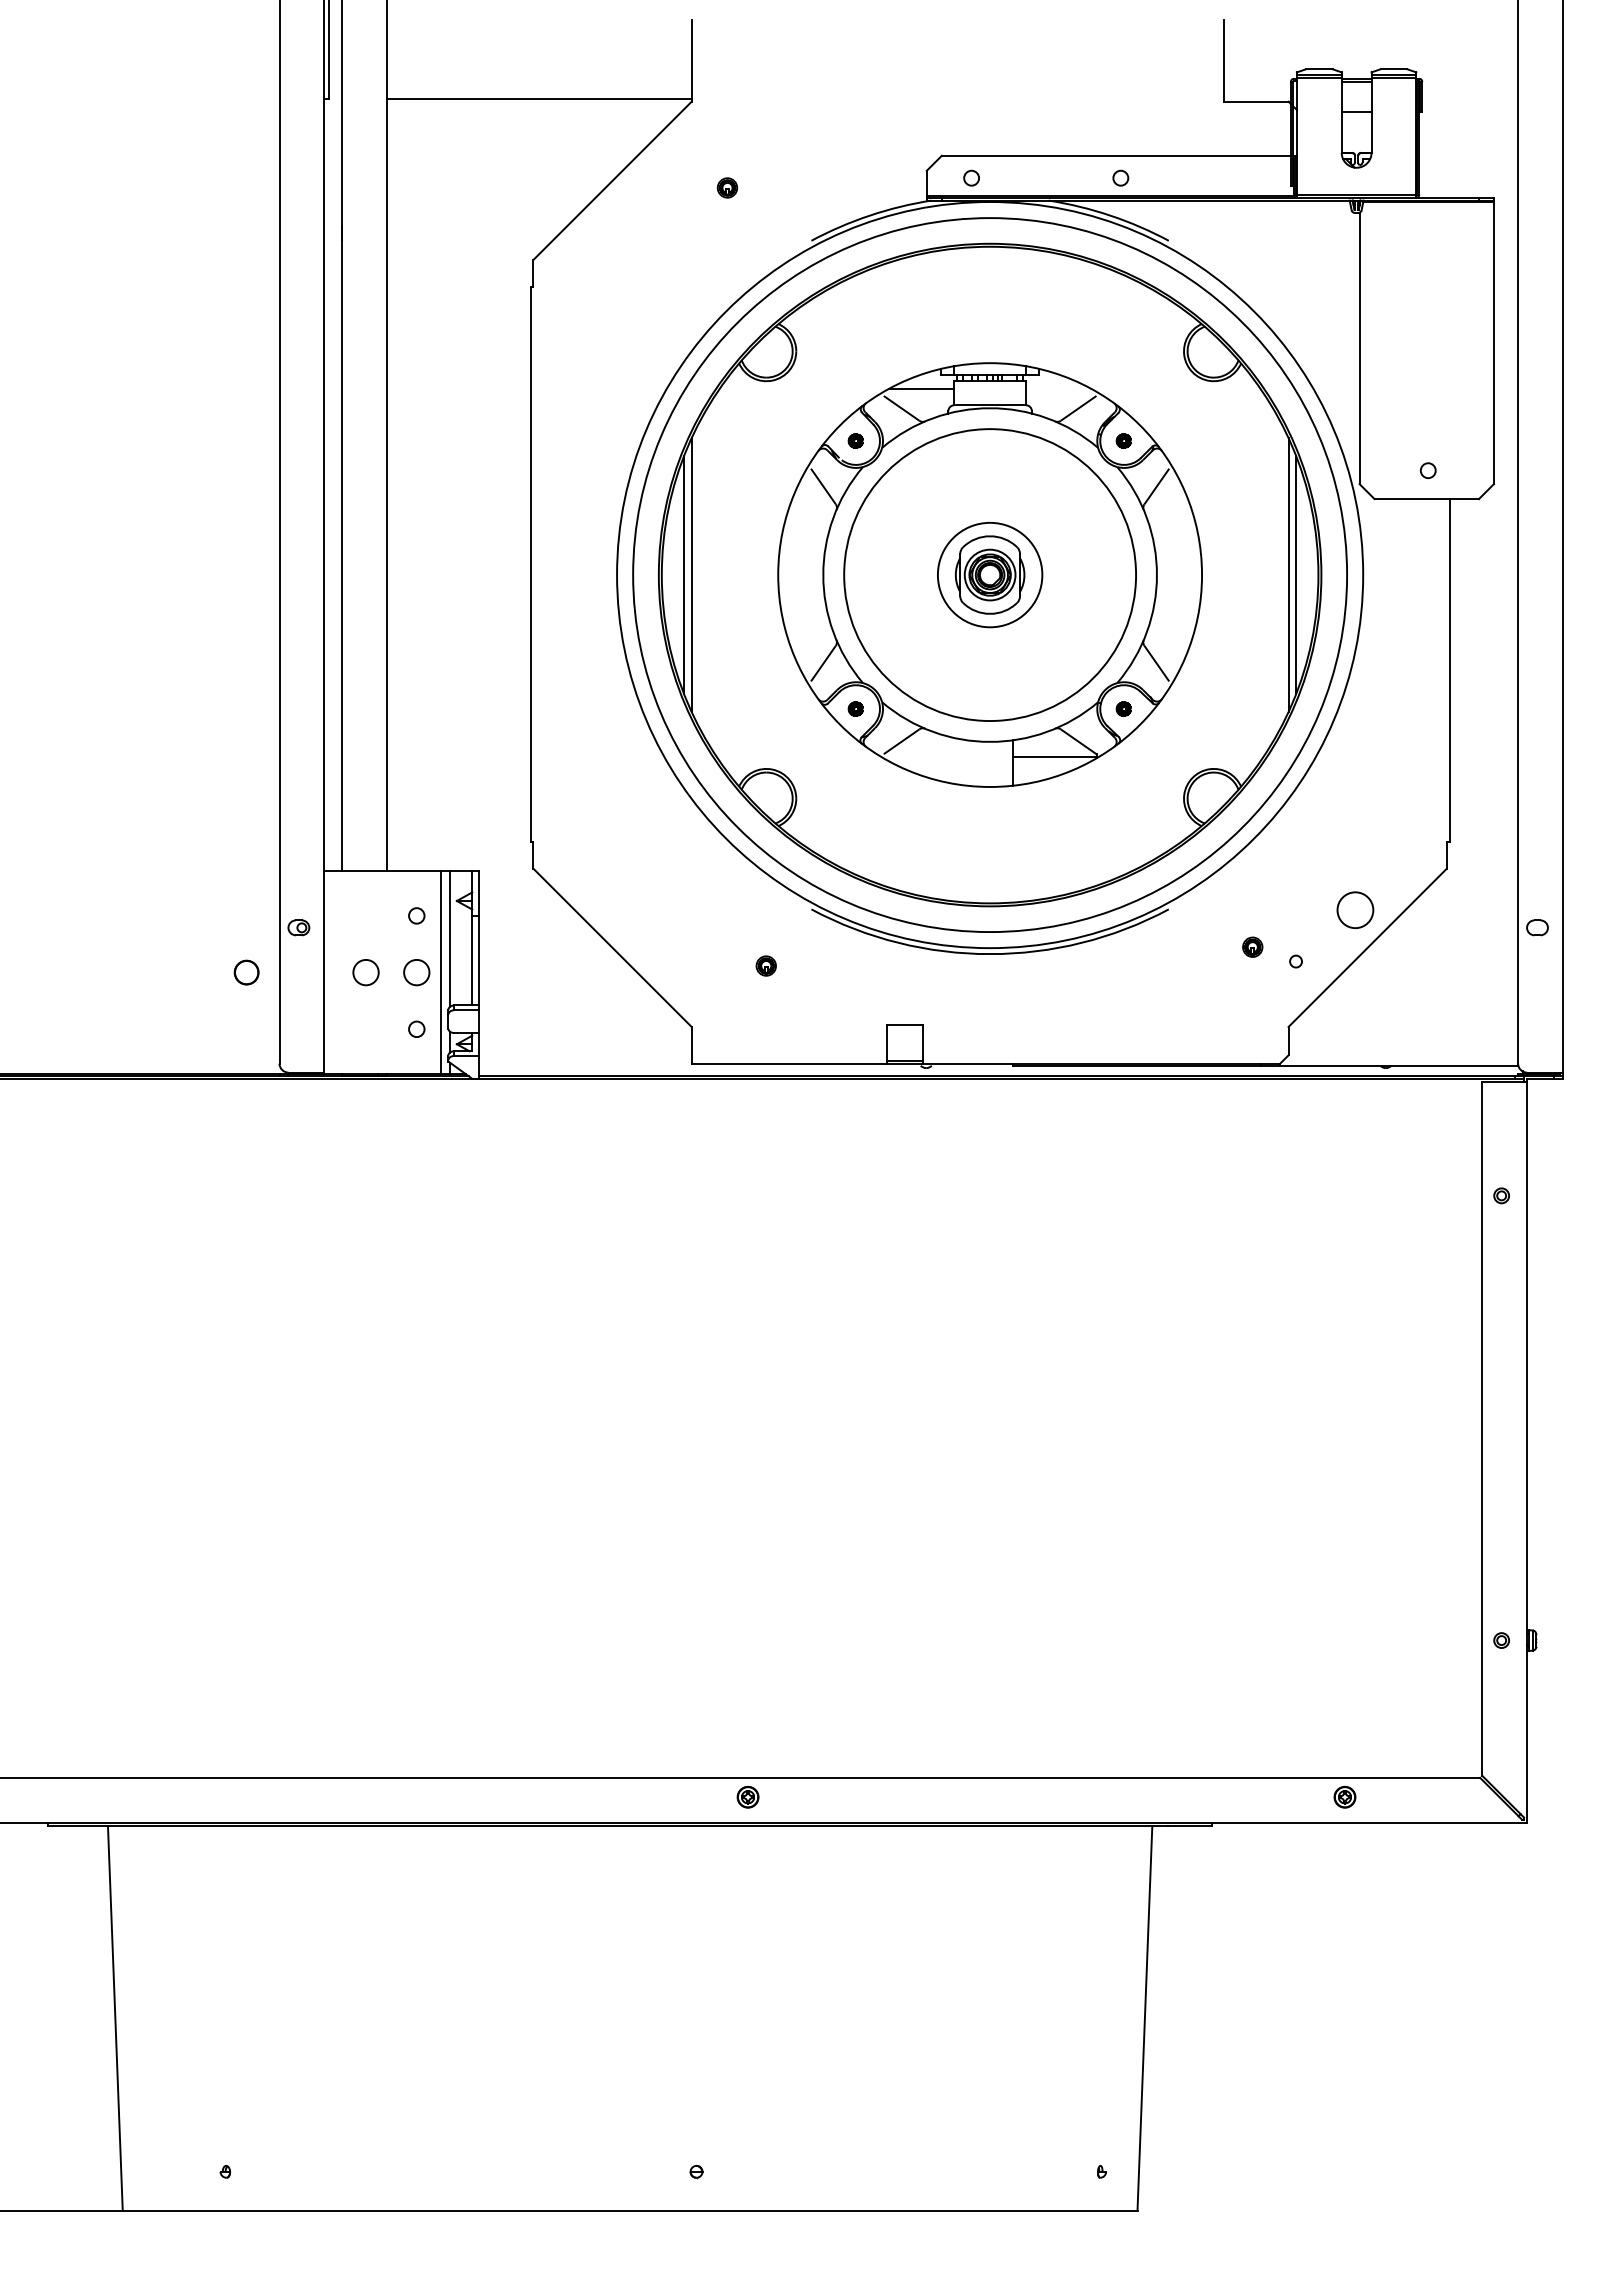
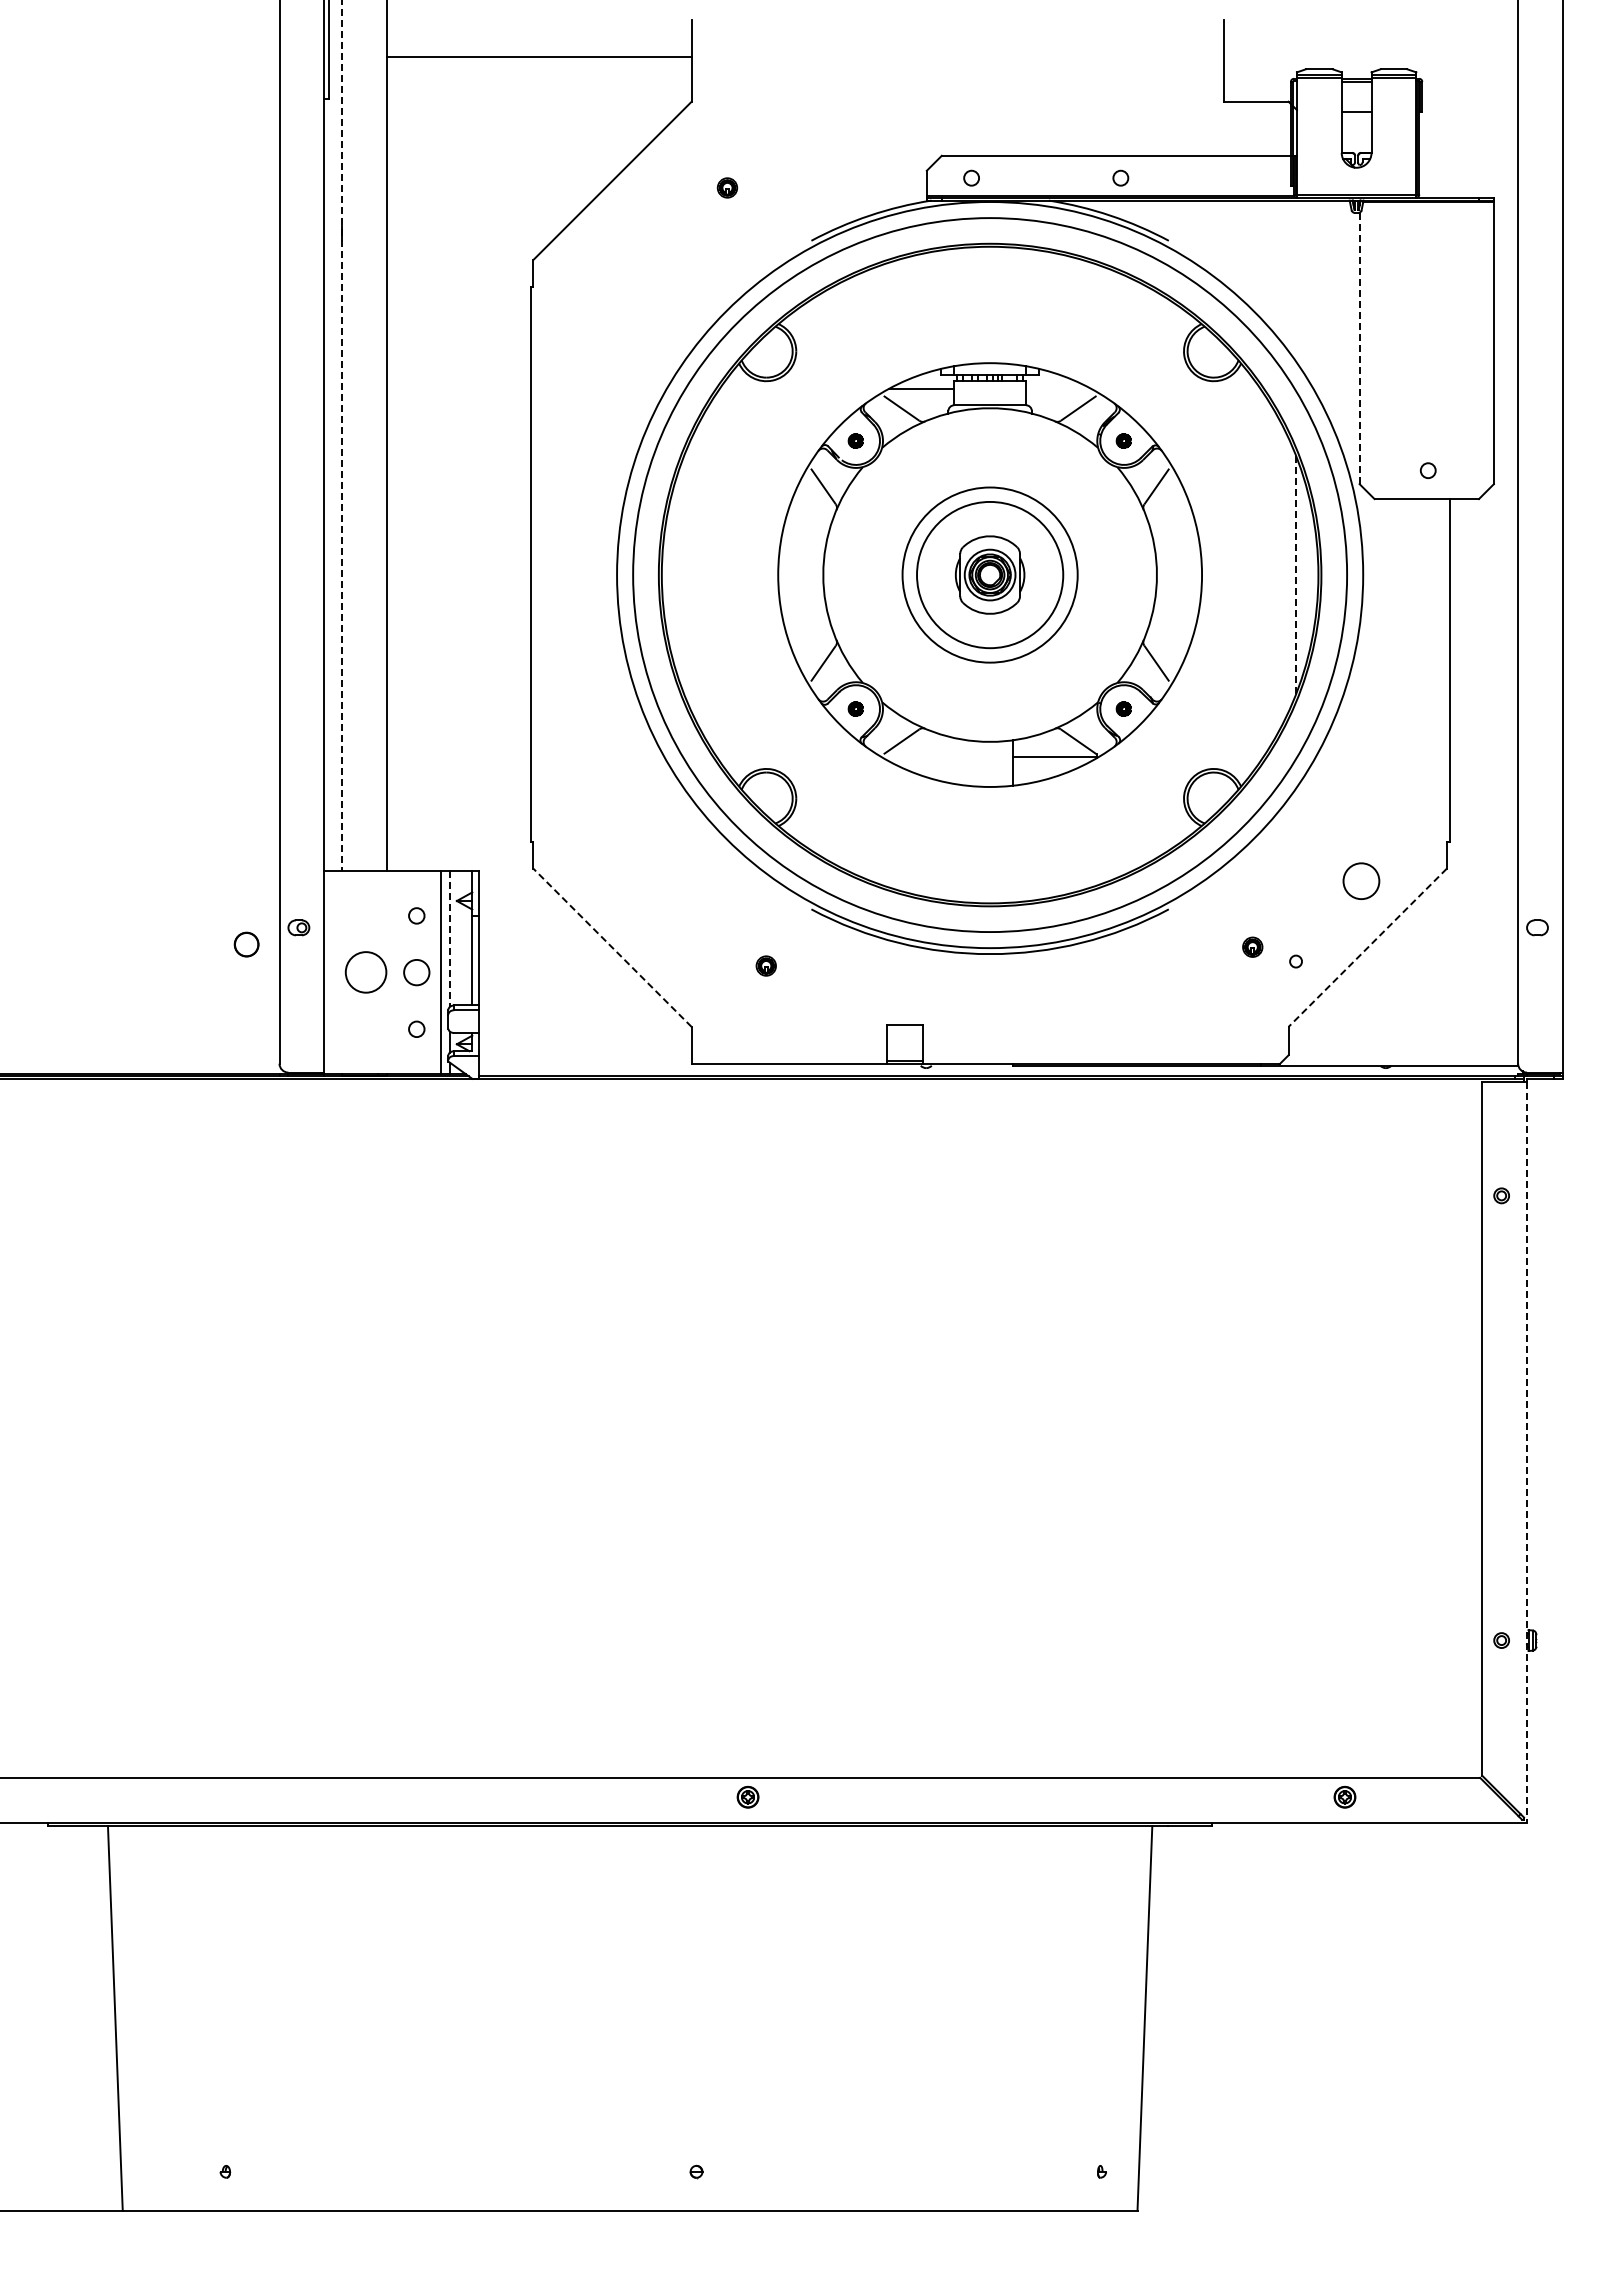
line at (538, 98) position: (538, 98) -> (538, 56)
line at (1359, 348): solid -> dashed
line at (342, 436): solid -> dashed
line at (684, 574): present -> none
line at (691, 574): present -> none
circle at (989, 574) diameter: 104 px -> 146 px
line at (1288, 574): present -> none
line at (1296, 574): solid -> dashed
circle at (990, 575) diameter: 292 px -> 175 px
circle at (1355, 909) position: (1355, 909) -> (1361, 880)
line at (449, 939): solid -> dashed
line at (612, 947): solid -> dashed
line at (1367, 947): solid -> dashed
part at (246, 972) position: (246, 972) -> (246, 944)
circle at (365, 972) size: 28x28 px -> 44x43 px
line at (1527, 1453): solid -> dashed
